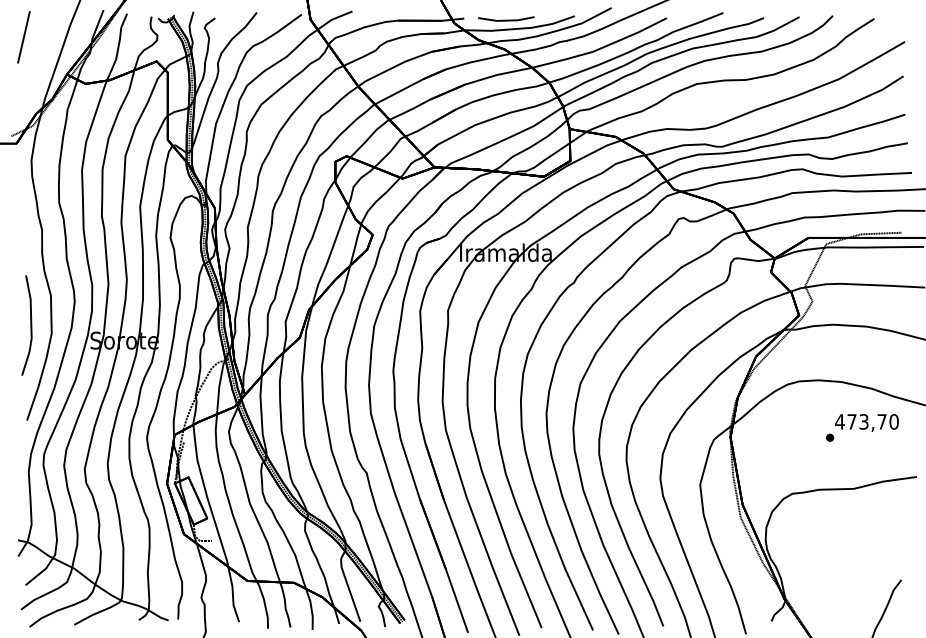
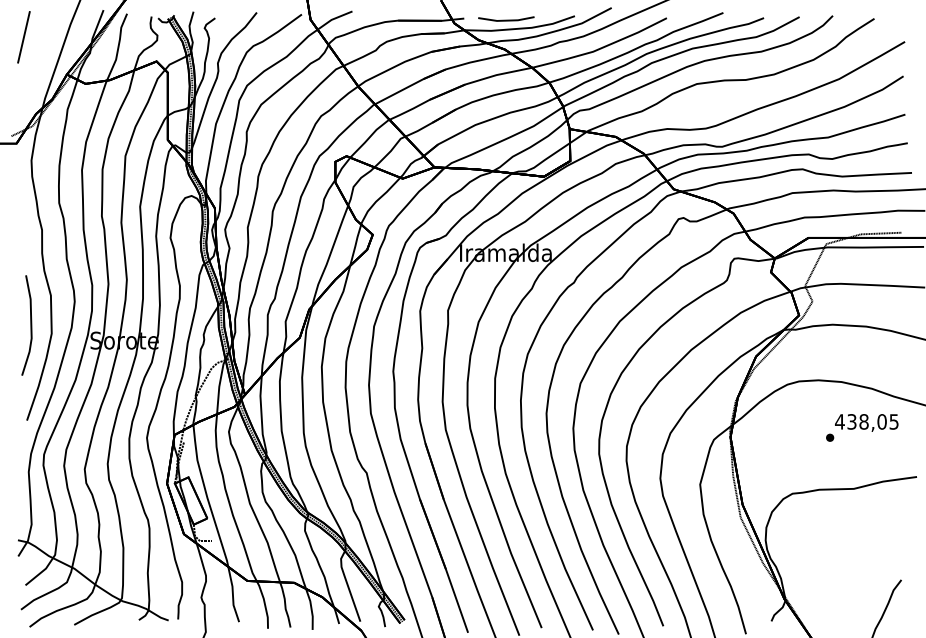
text at (872, 421): 473,70 -> 438,05
